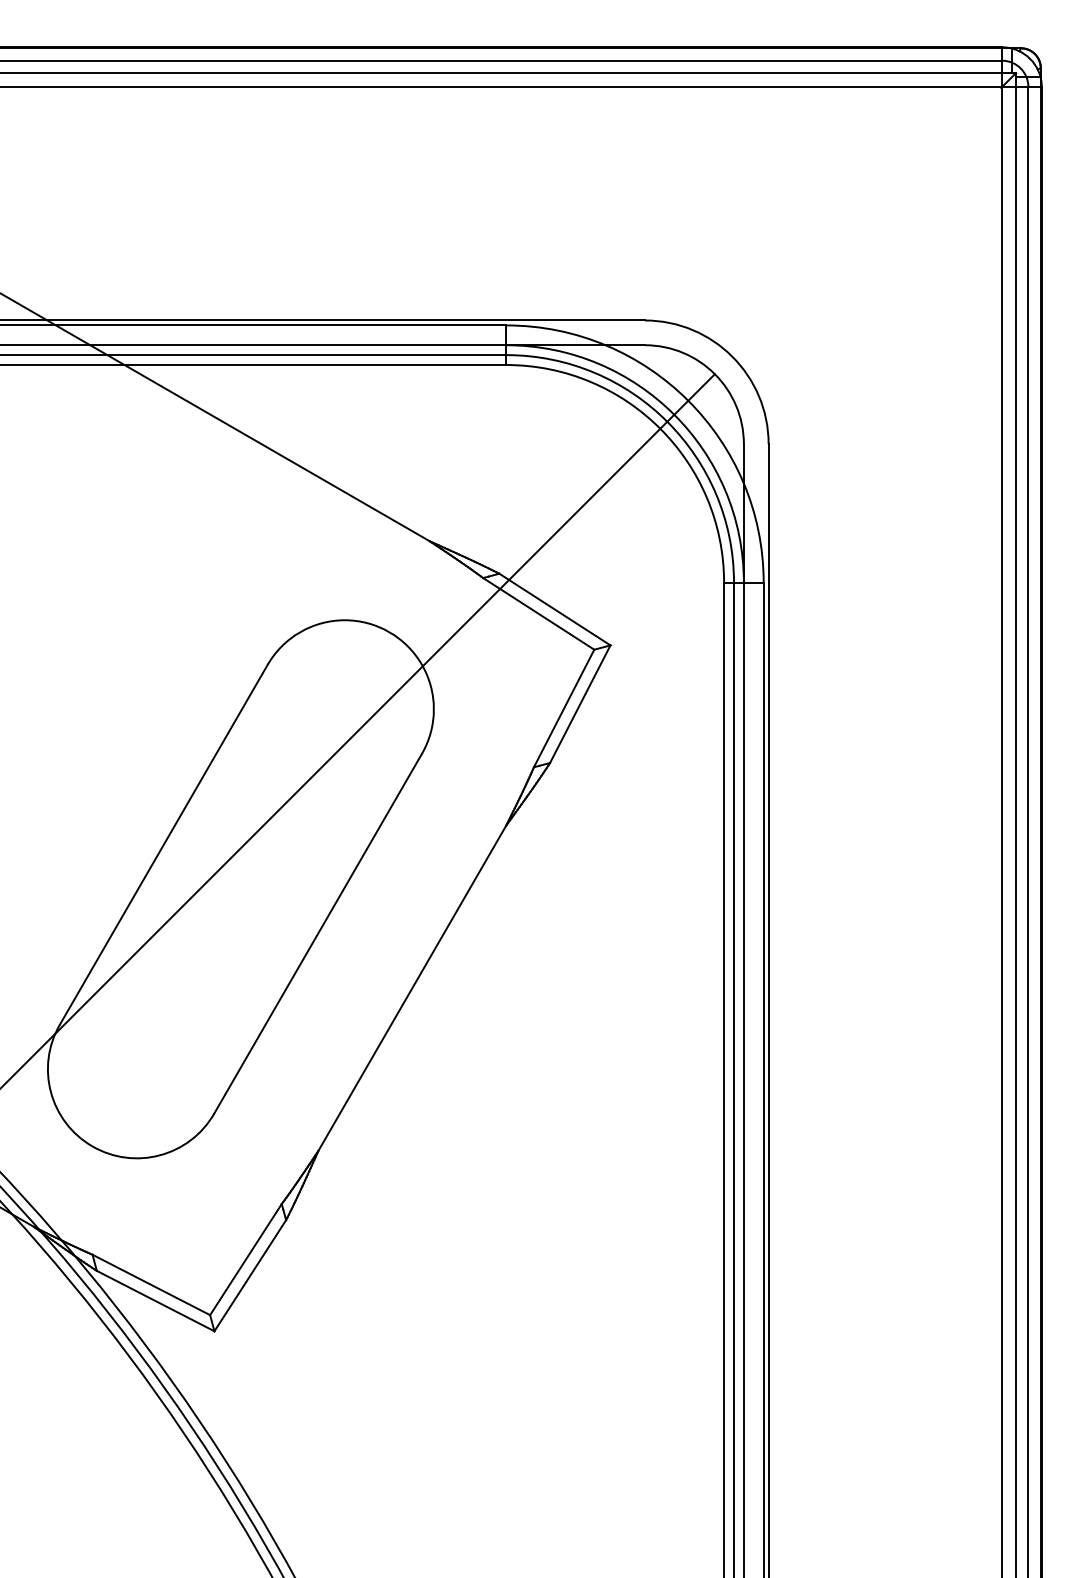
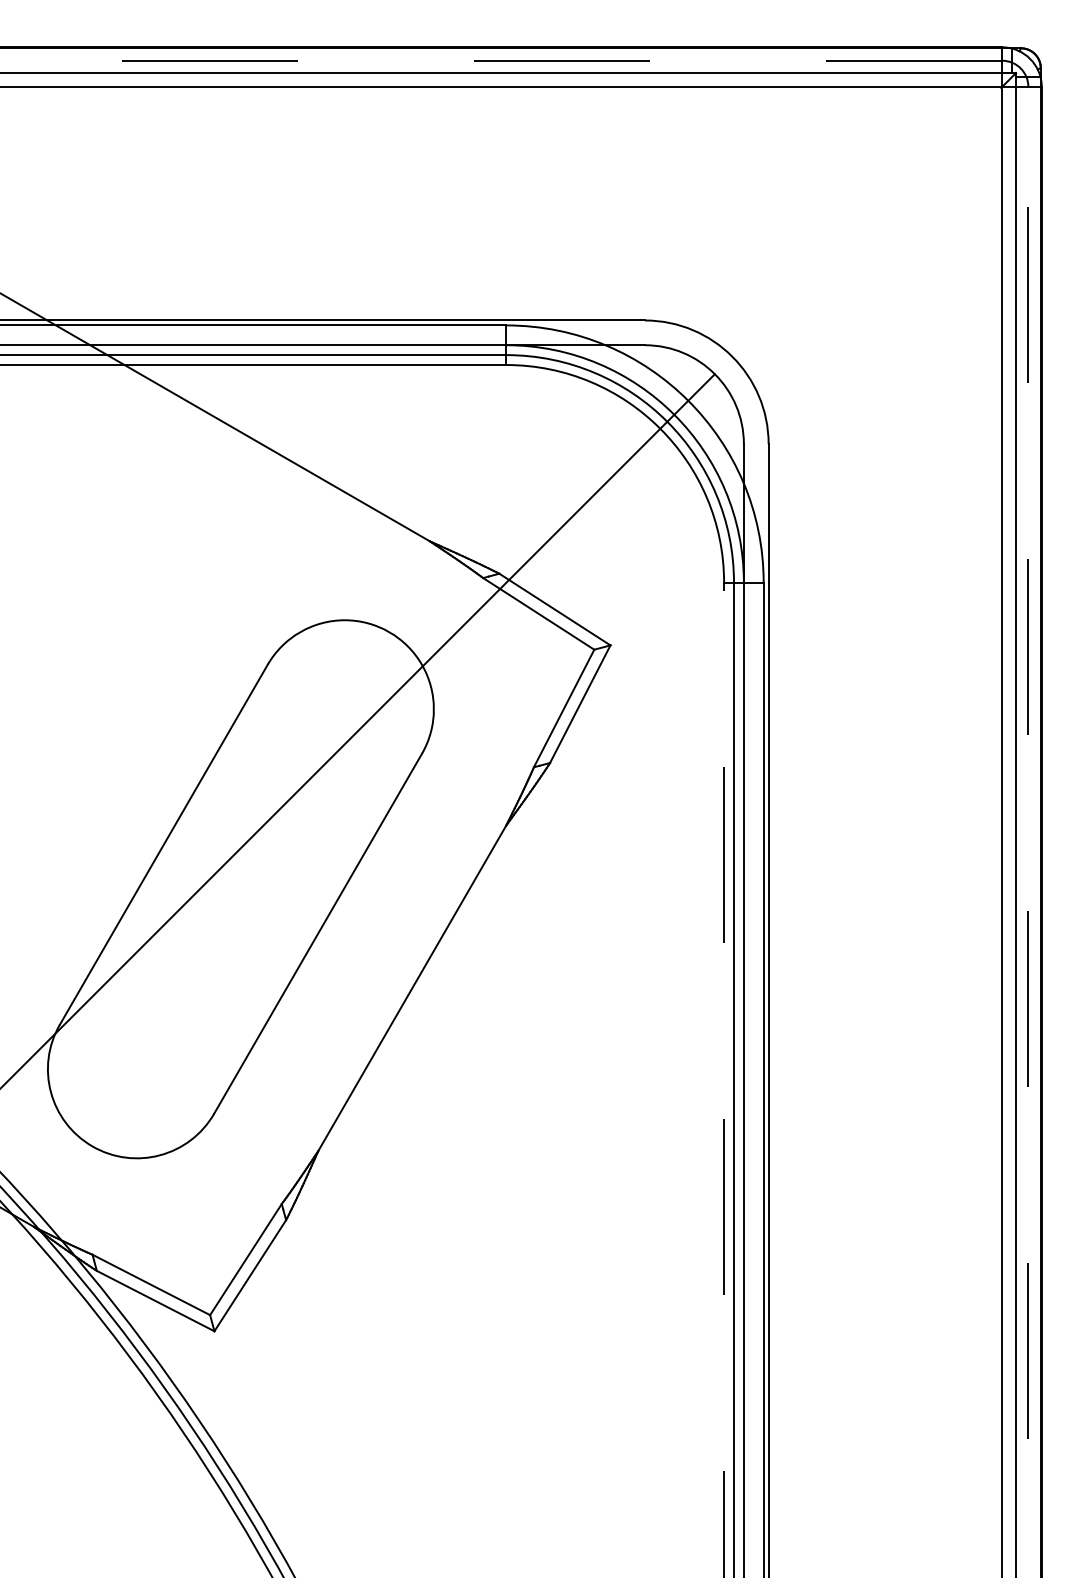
line at (501, 60): solid -> dashed
line at (1028, 831): solid -> dashed
line at (724, 1079): solid -> dashed
